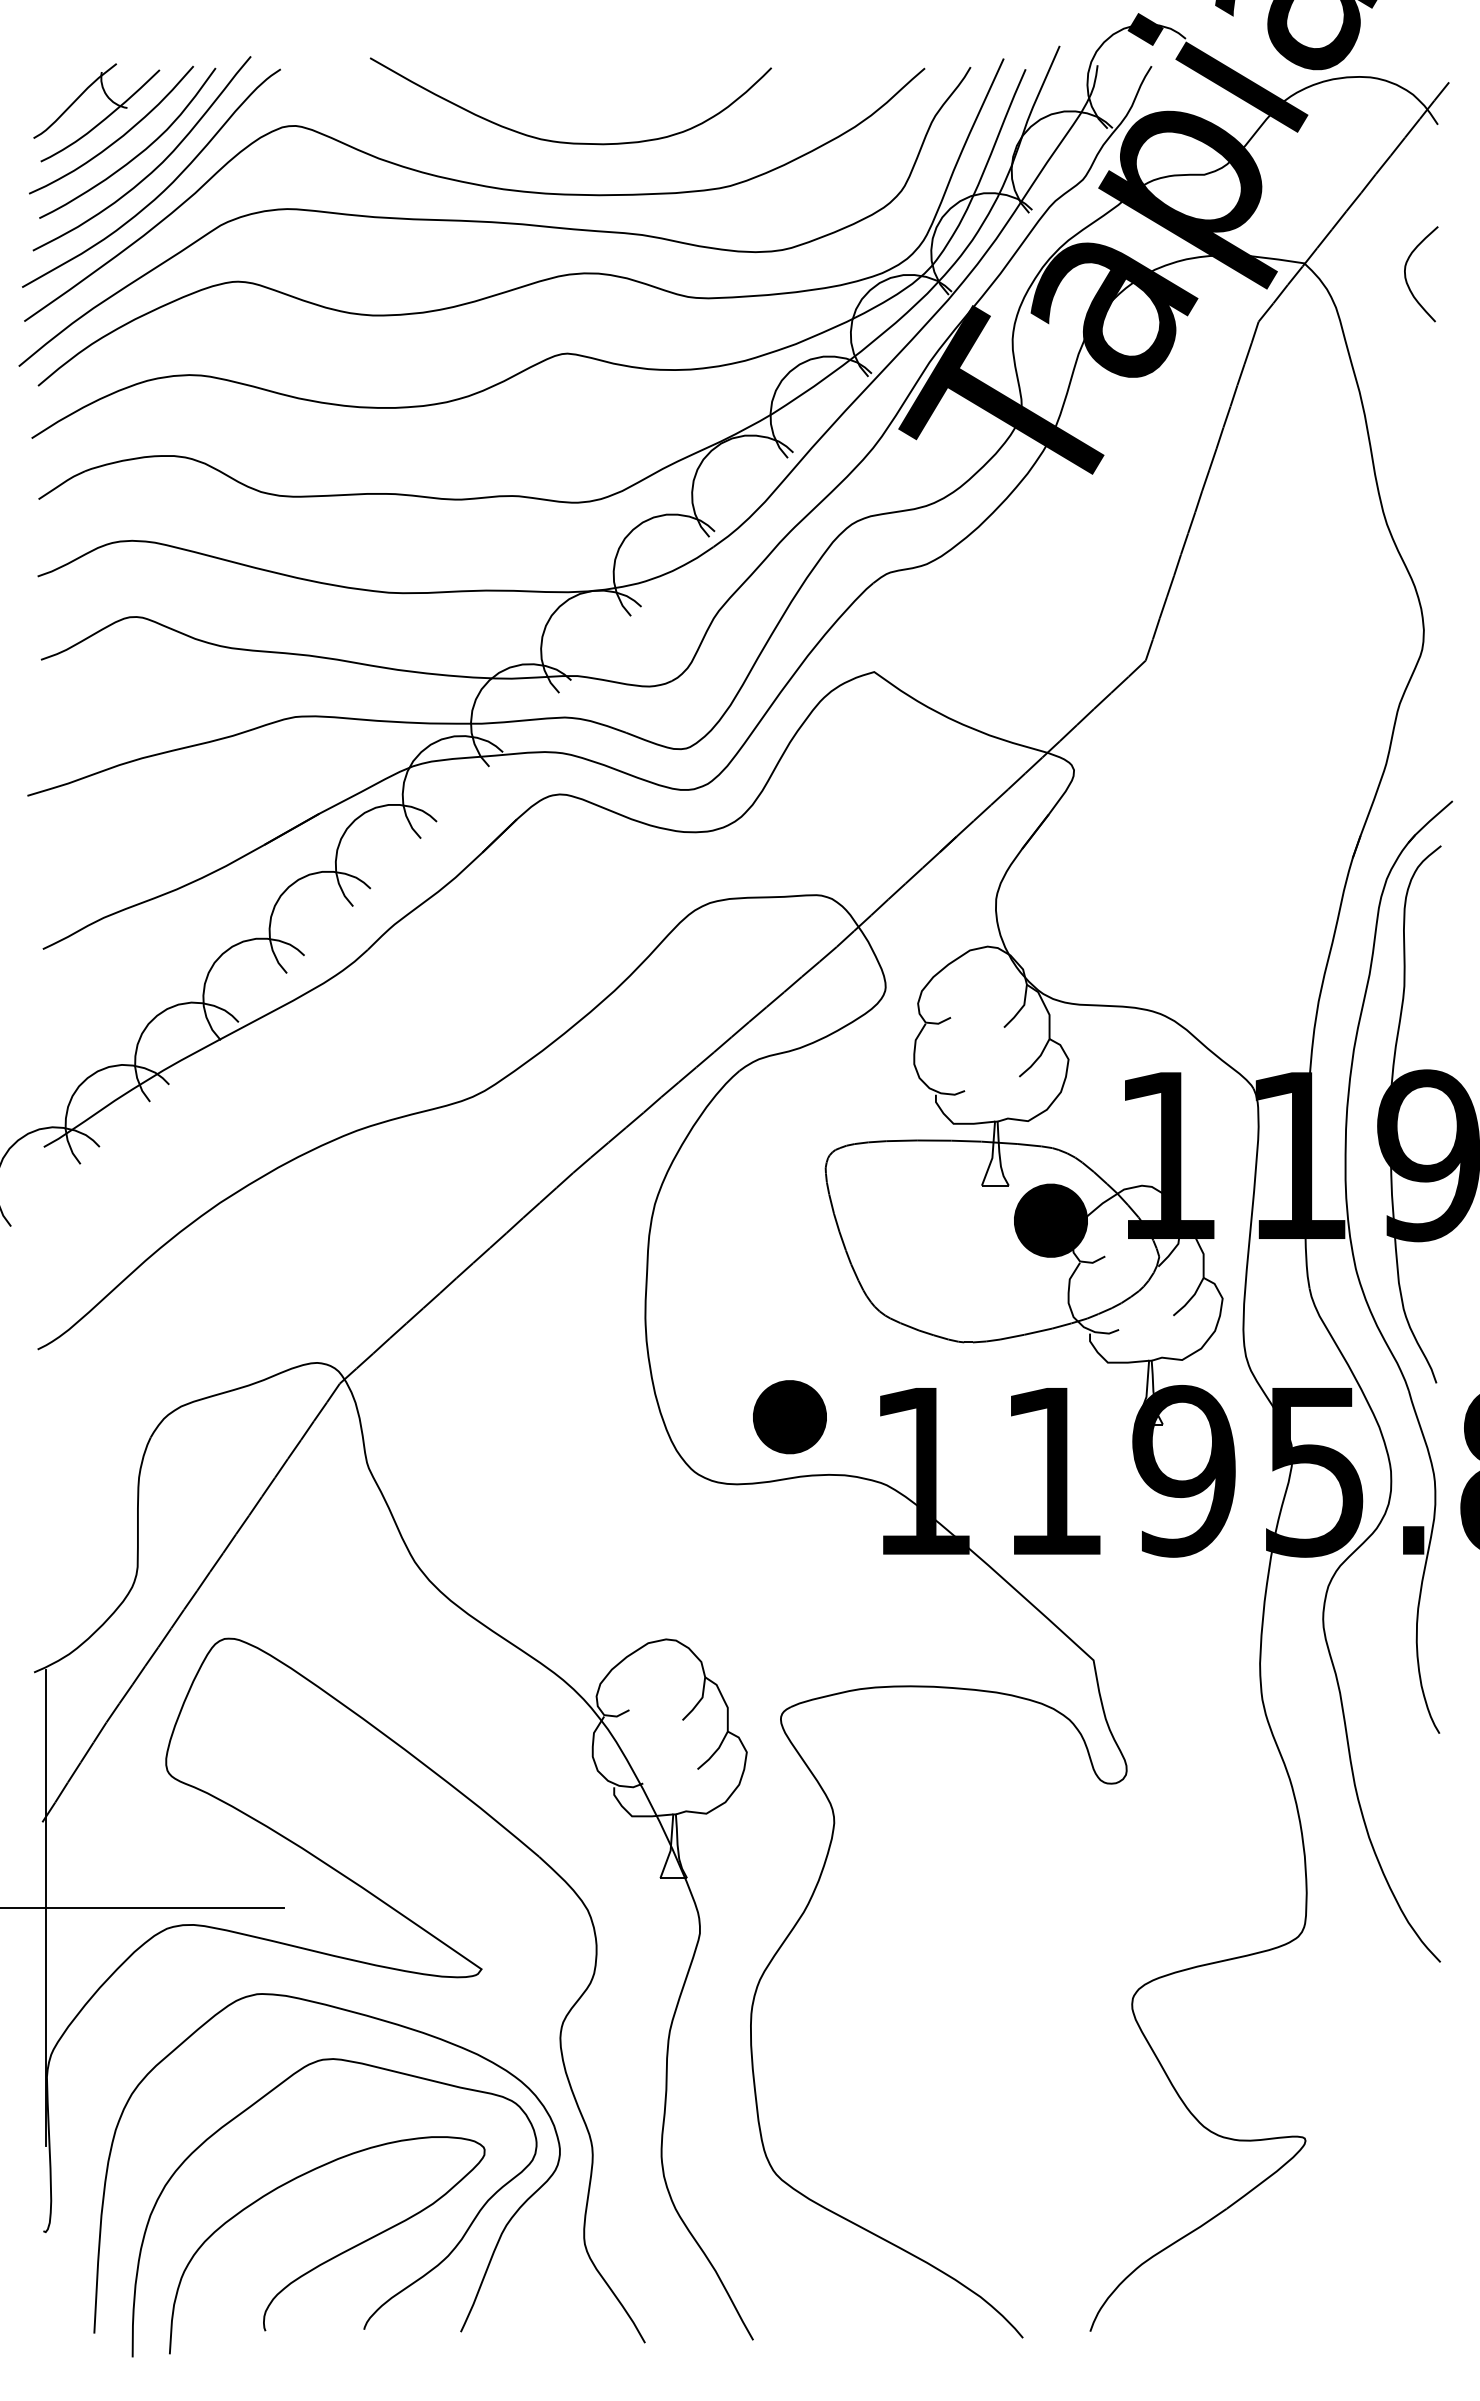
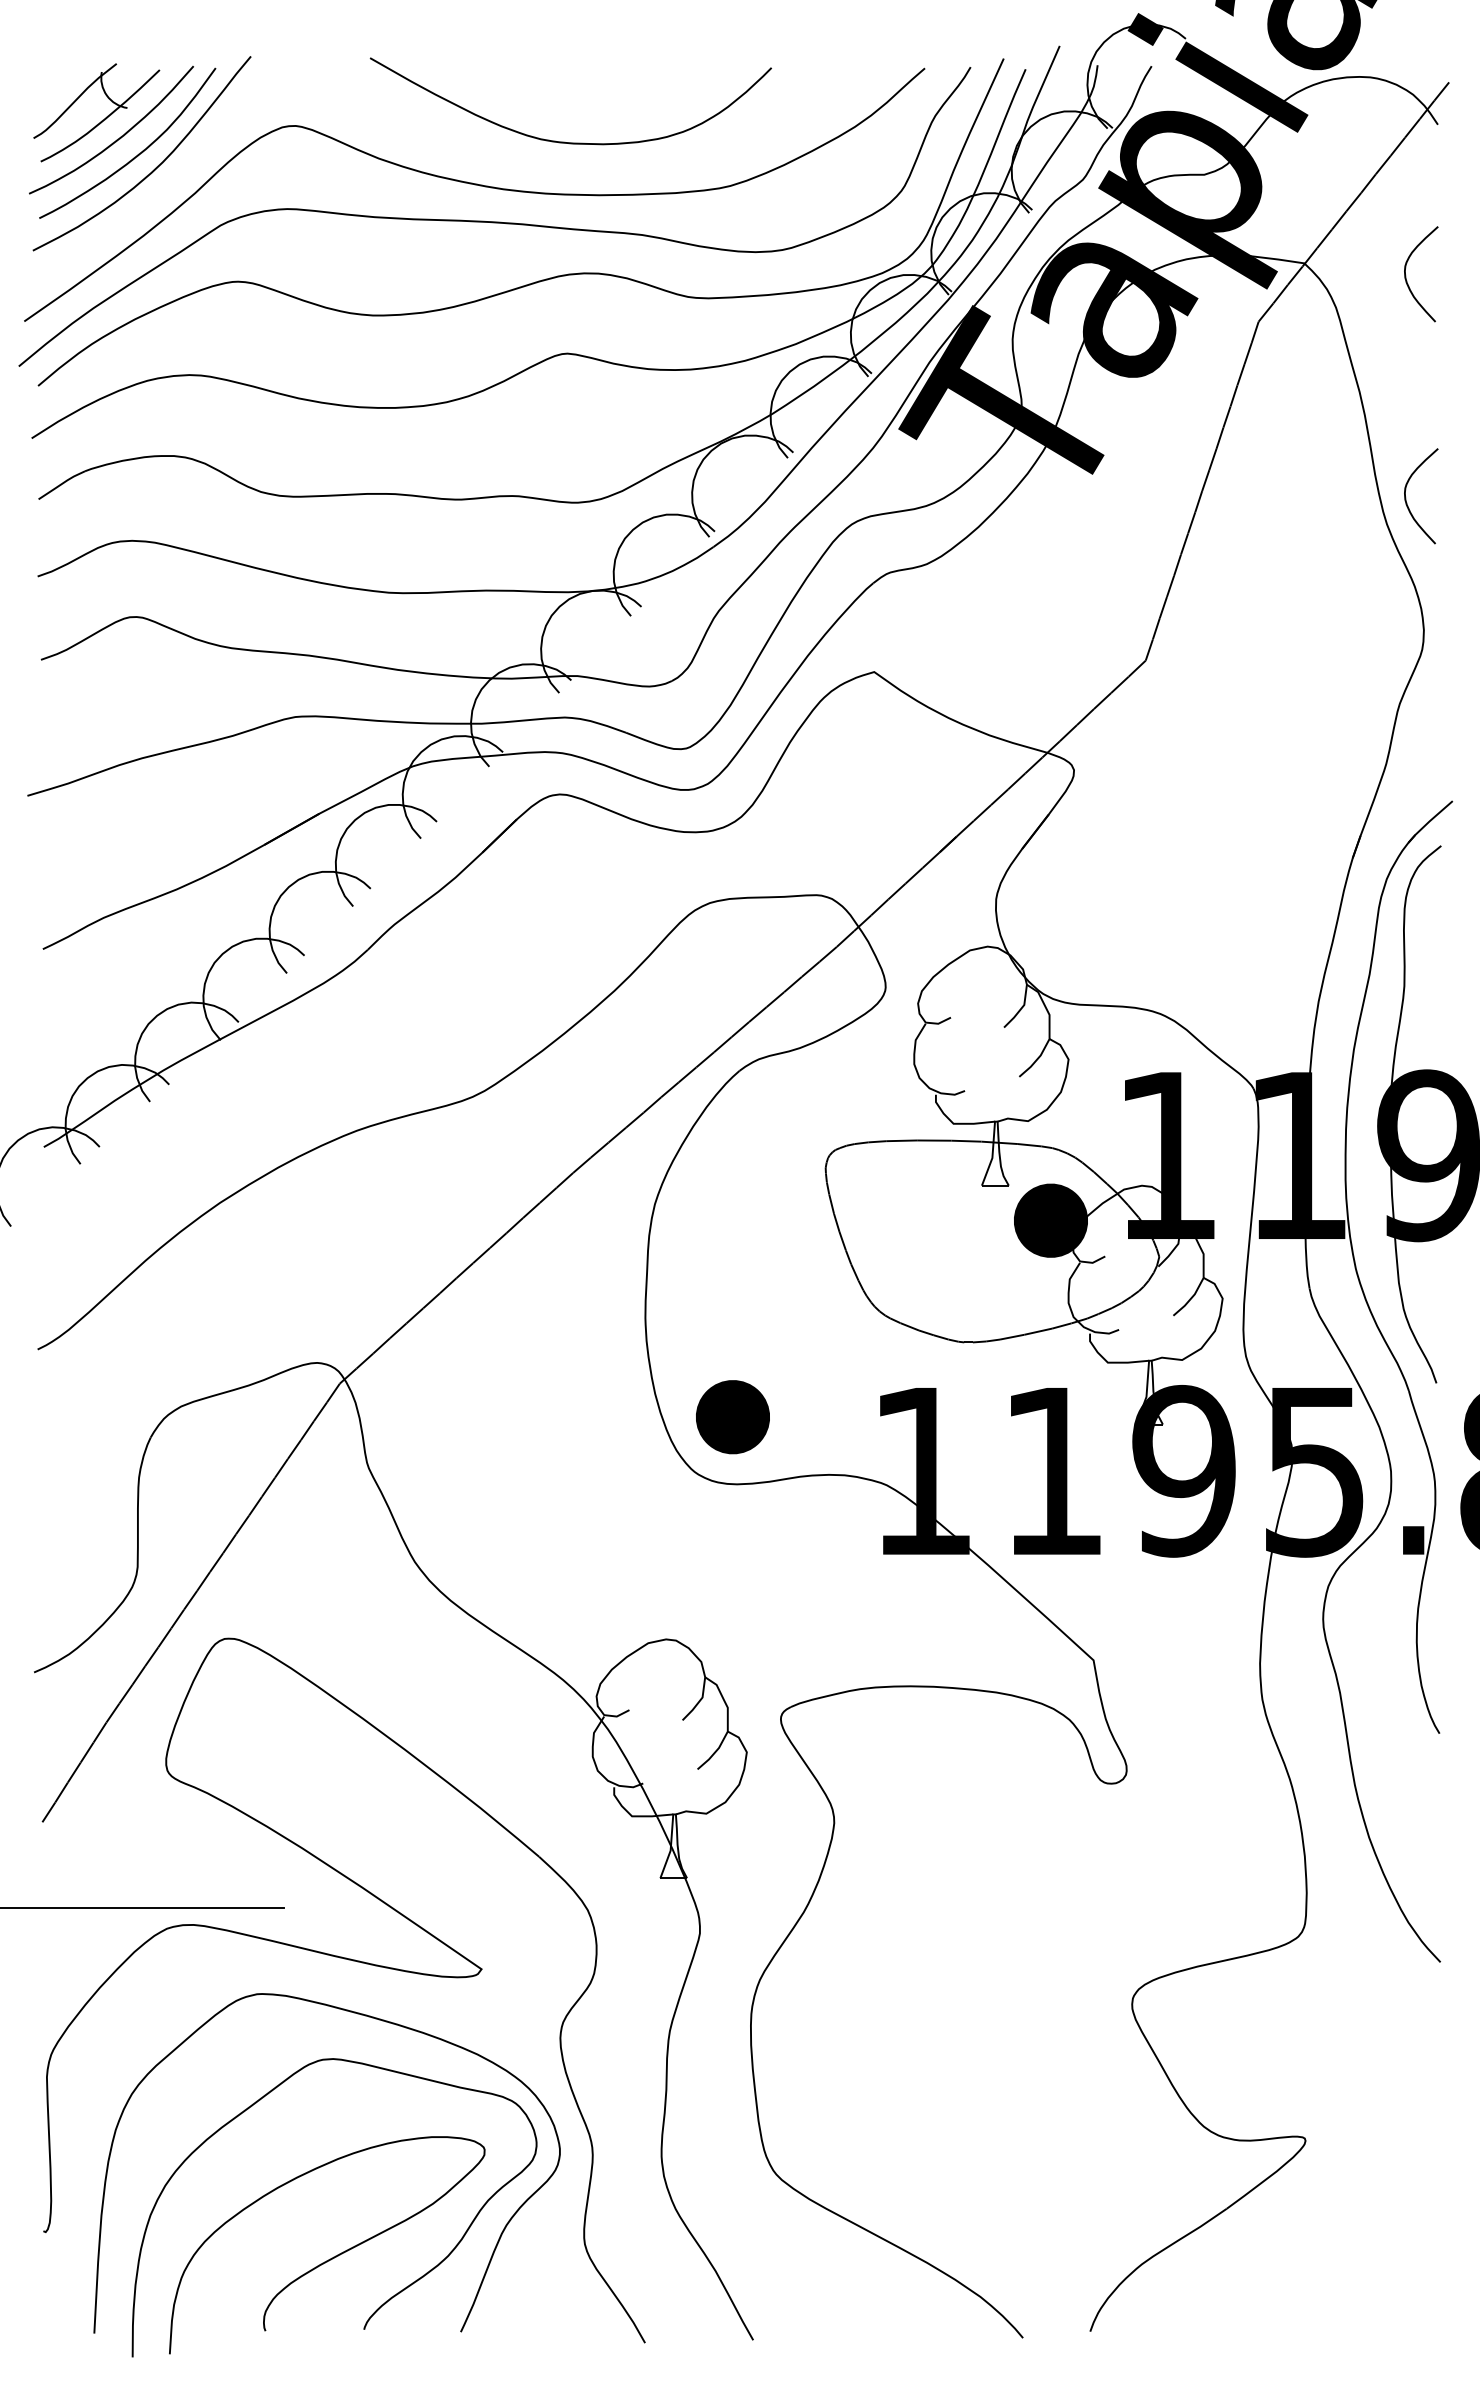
curve at (164, 189): present -> none
curve at (1406, 497): none -> present
part at (789, 1417) position: (789, 1417) -> (732, 1417)
line at (45, 1908): present -> none
